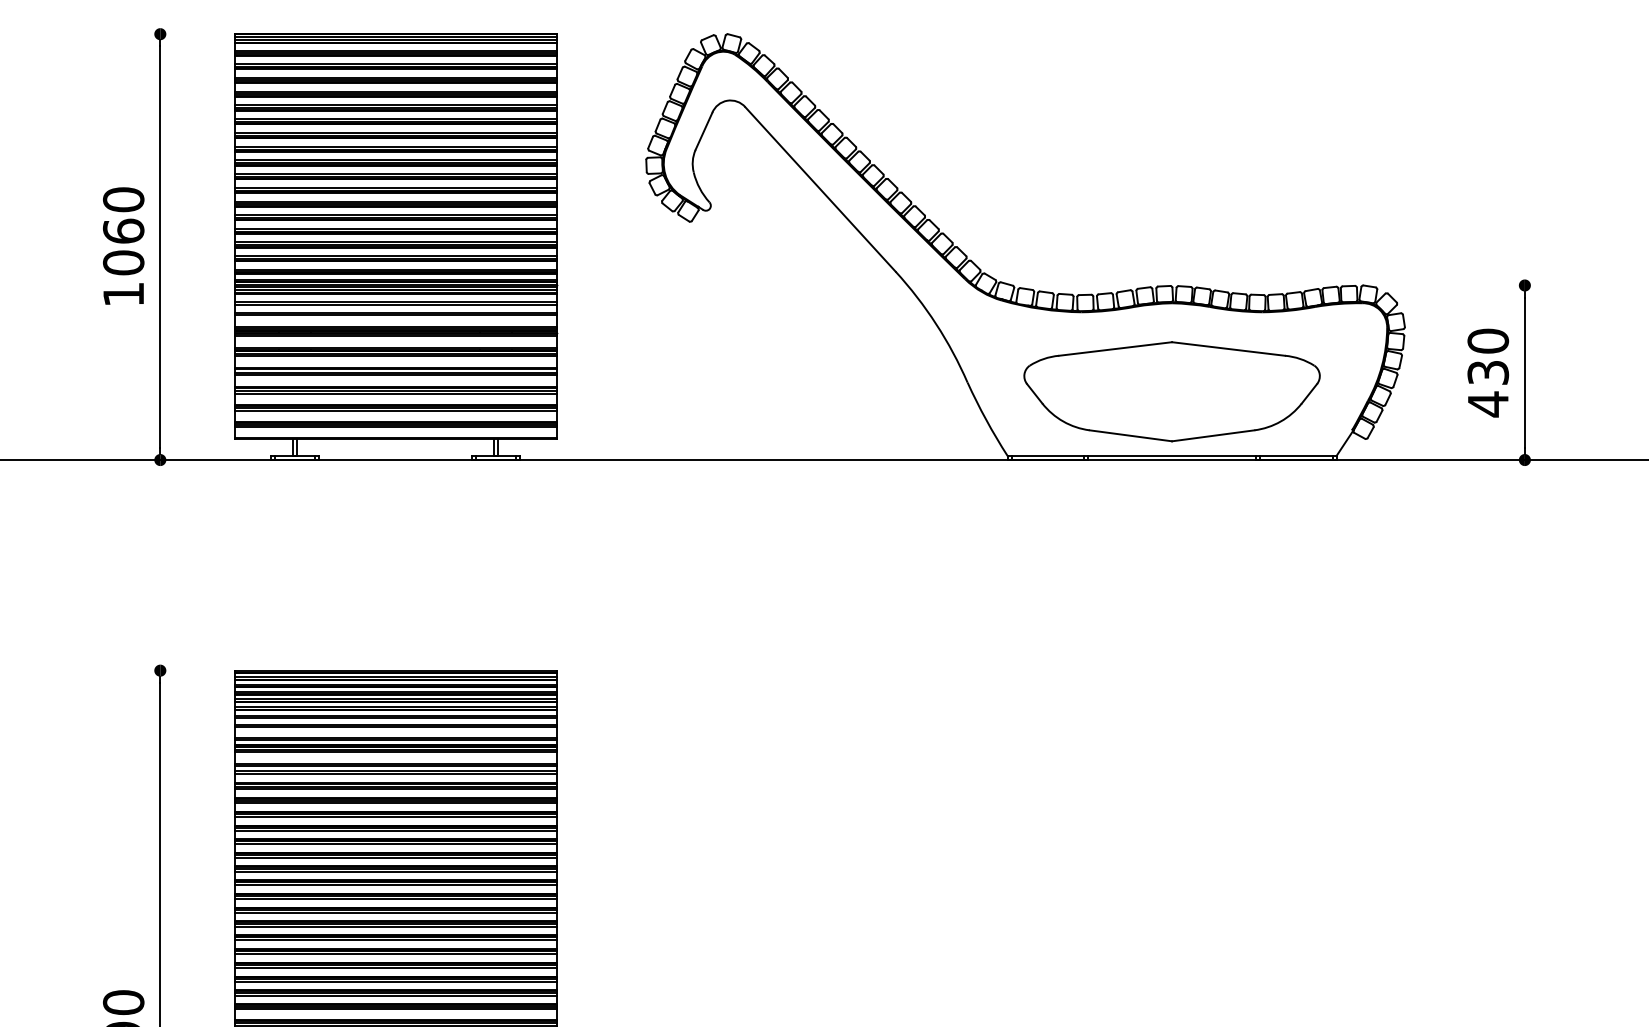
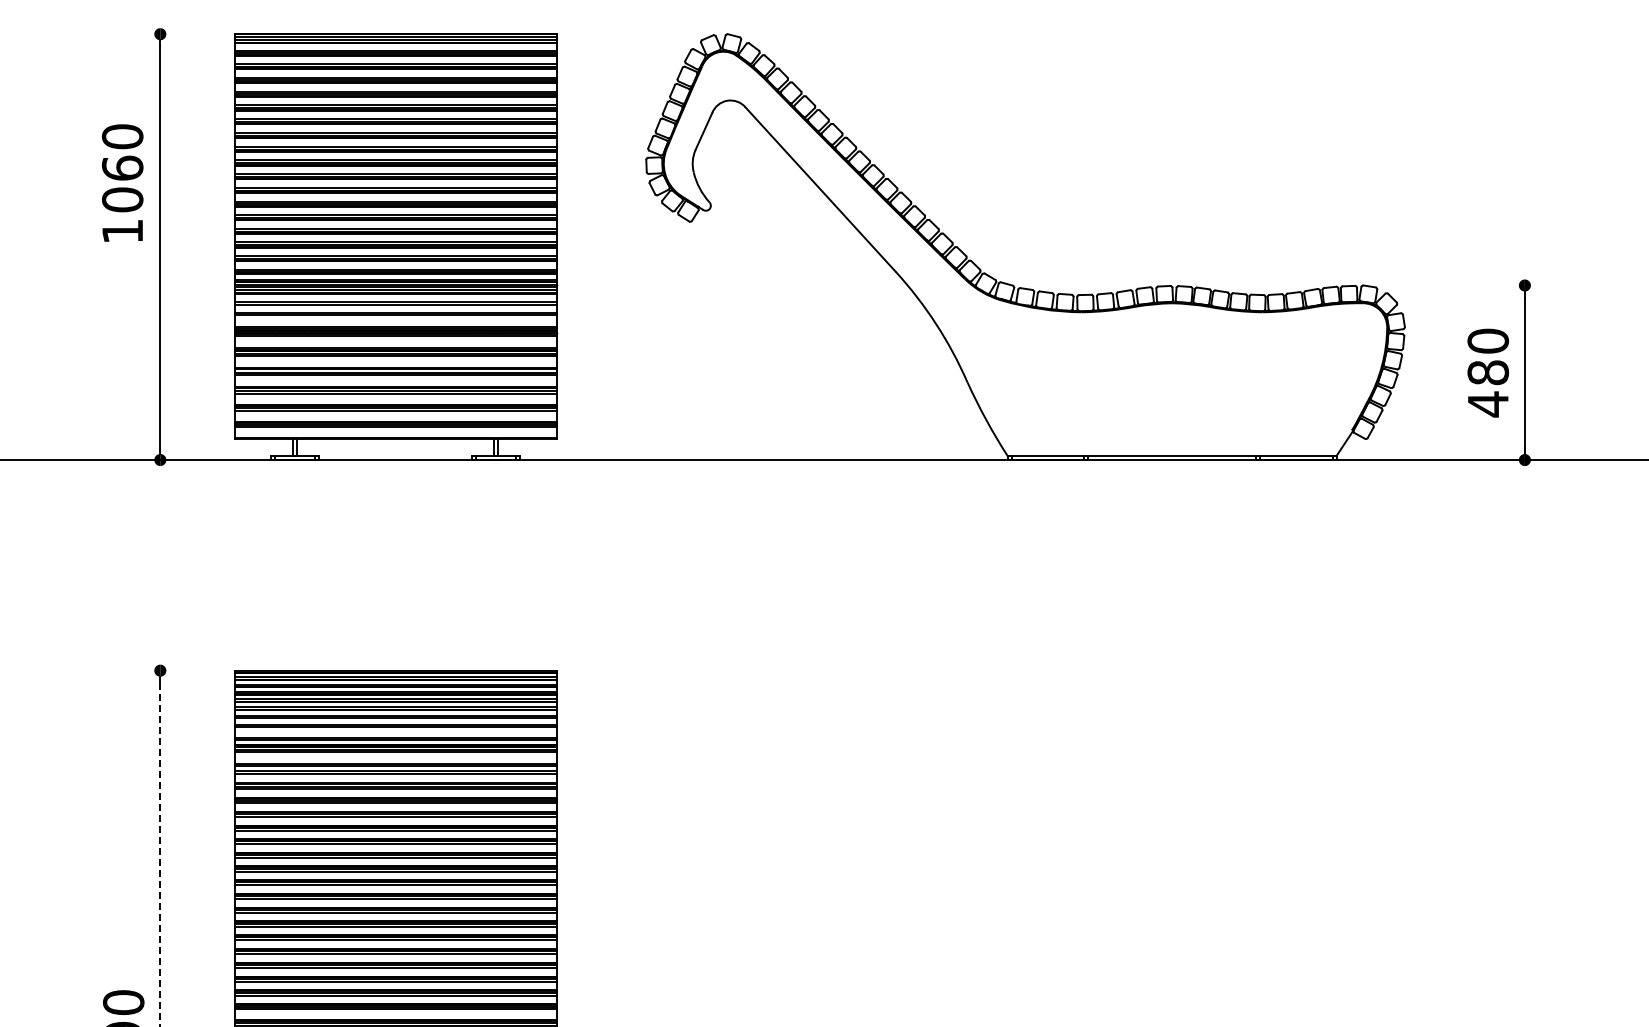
text at (123, 245) position: (123, 245) -> (122, 182)
text at (1488, 372): 430 -> 480
part at (1171, 391): present -> none
line at (160, 854): solid -> dashed
